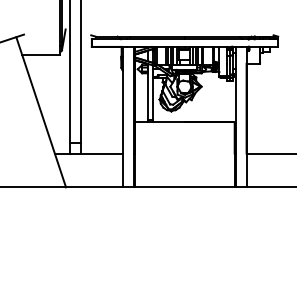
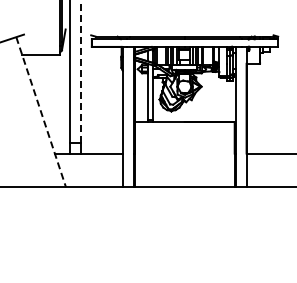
line at (81, 70): solid -> dashed
line at (41, 112): solid -> dashed
